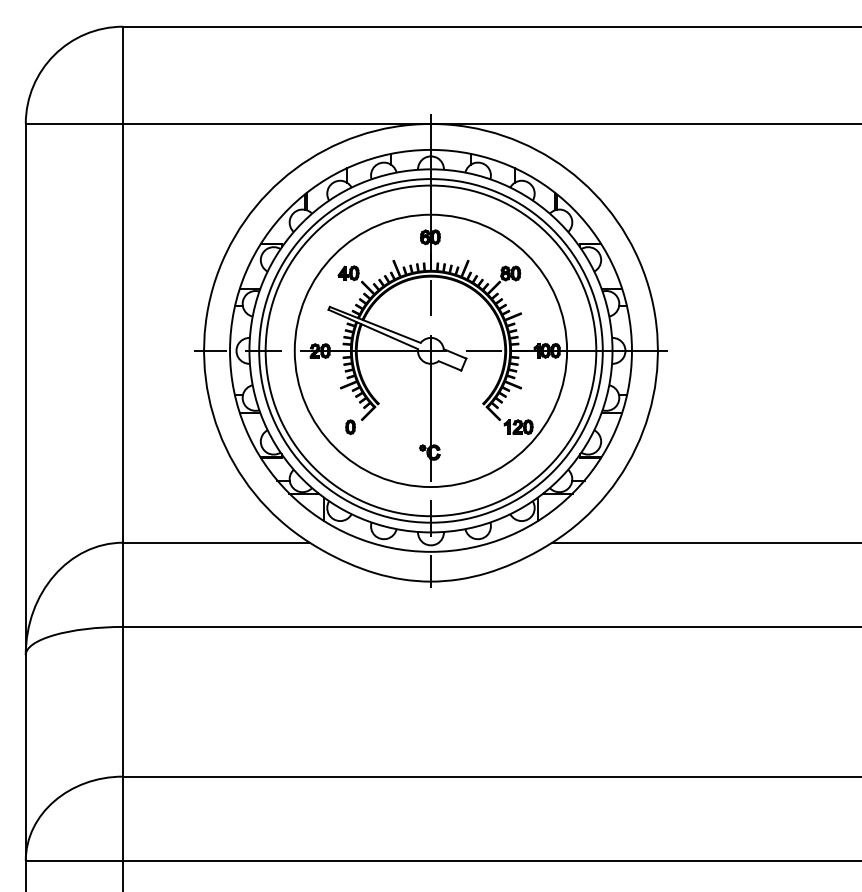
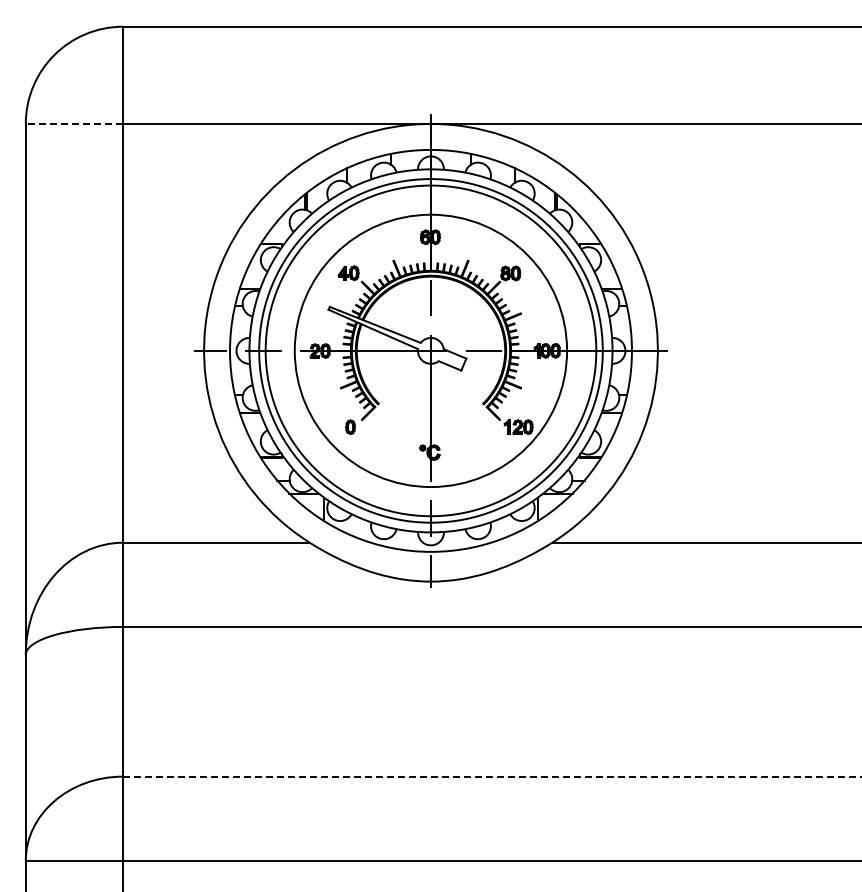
line at (74, 123): solid -> dashed
line at (491, 776): solid -> dashed
